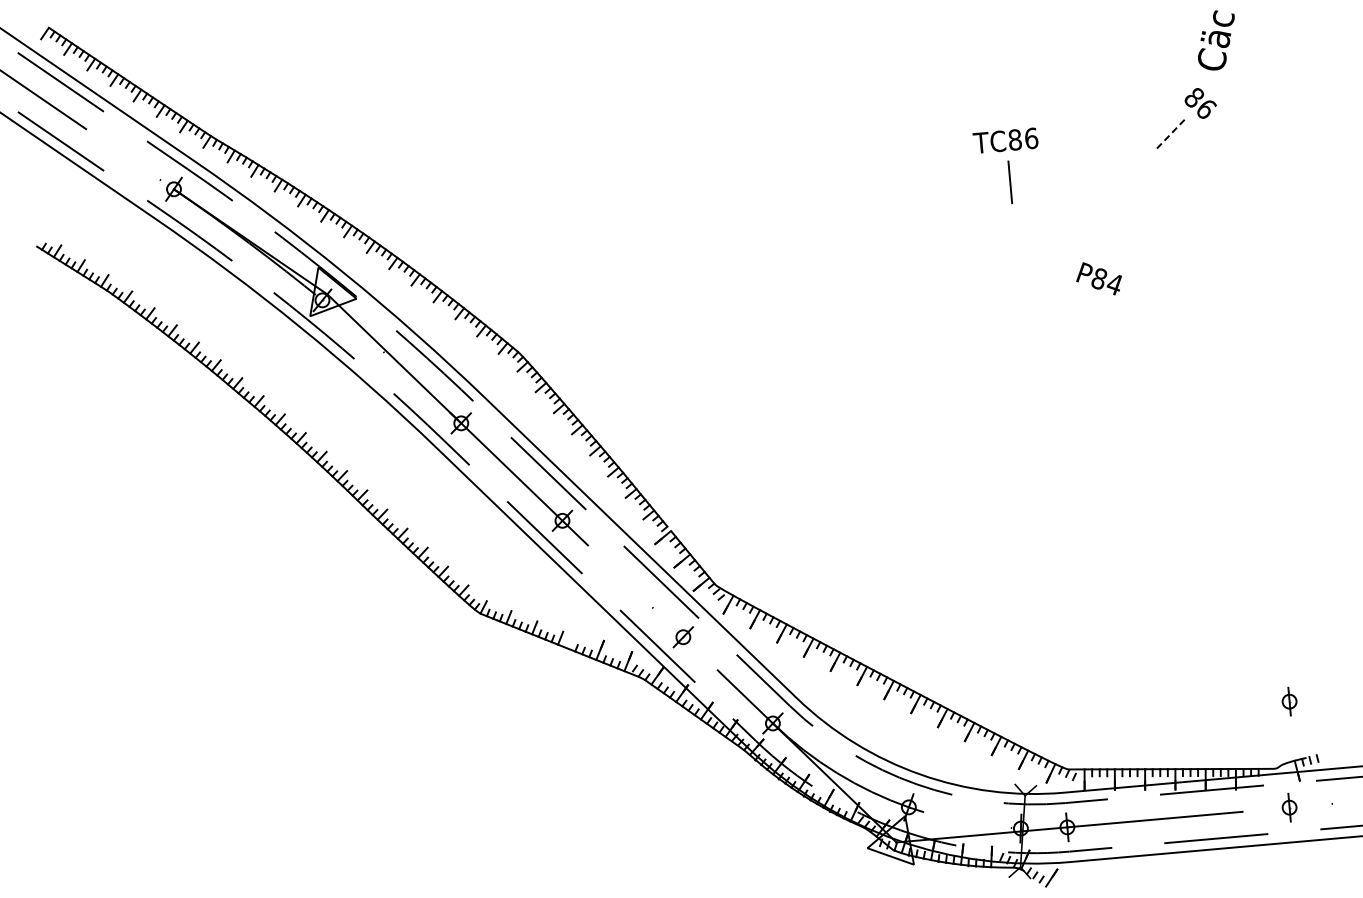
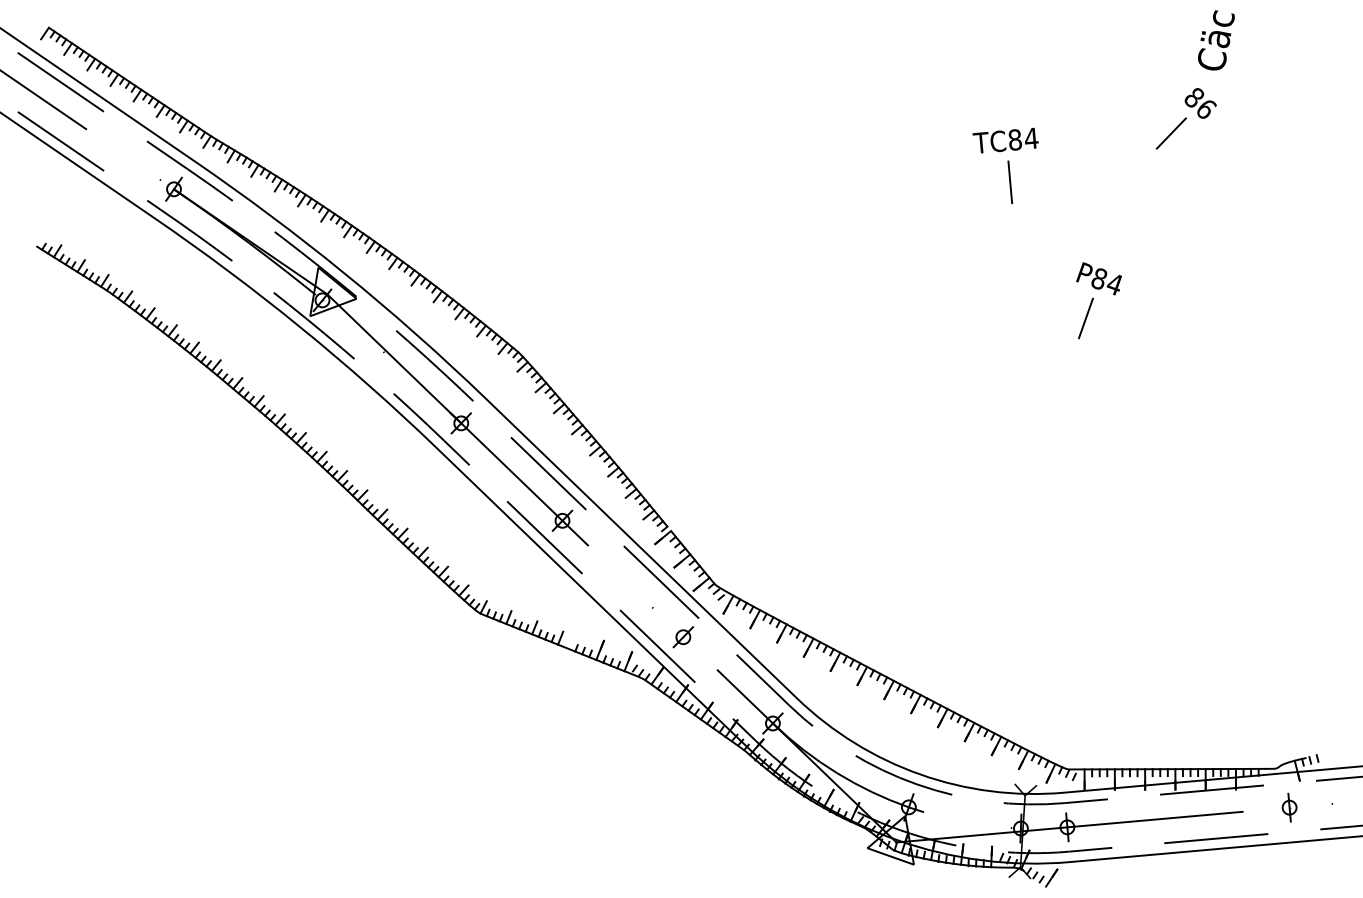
line at (1171, 133): dashed -> solid
text at (1031, 138): TC86 -> TC84
line at (1085, 318): none -> present
part at (1289, 701): present -> none
